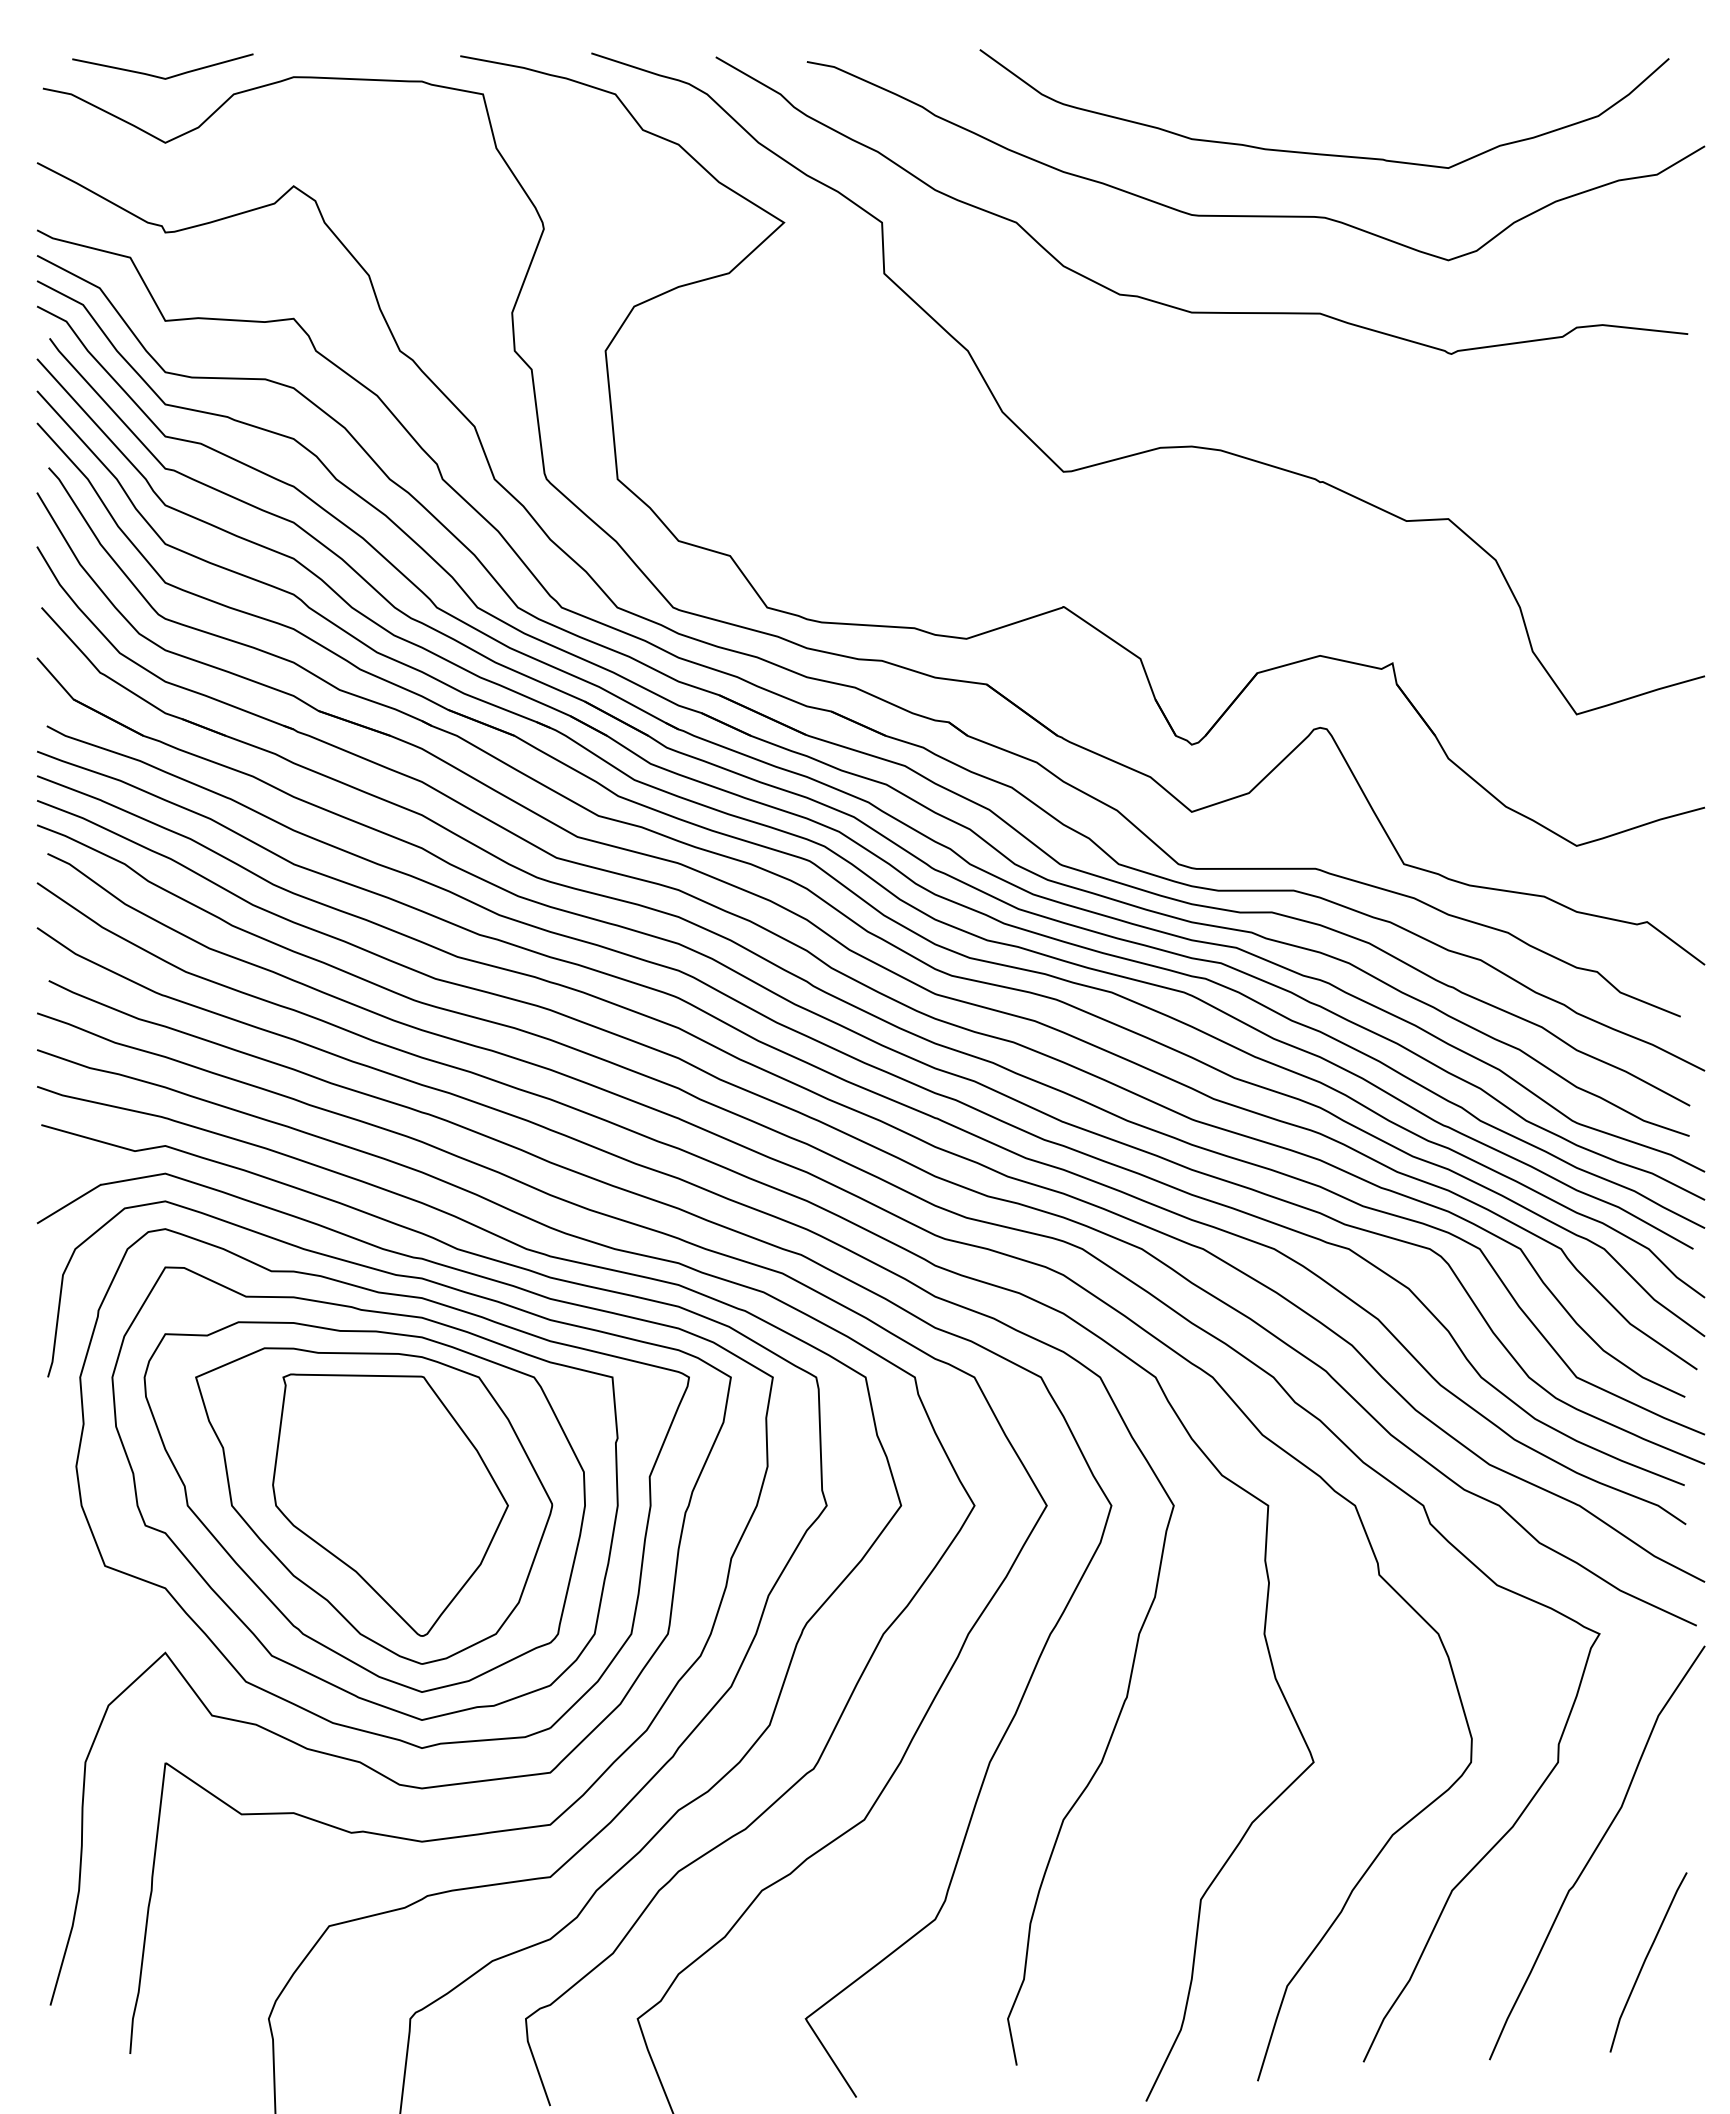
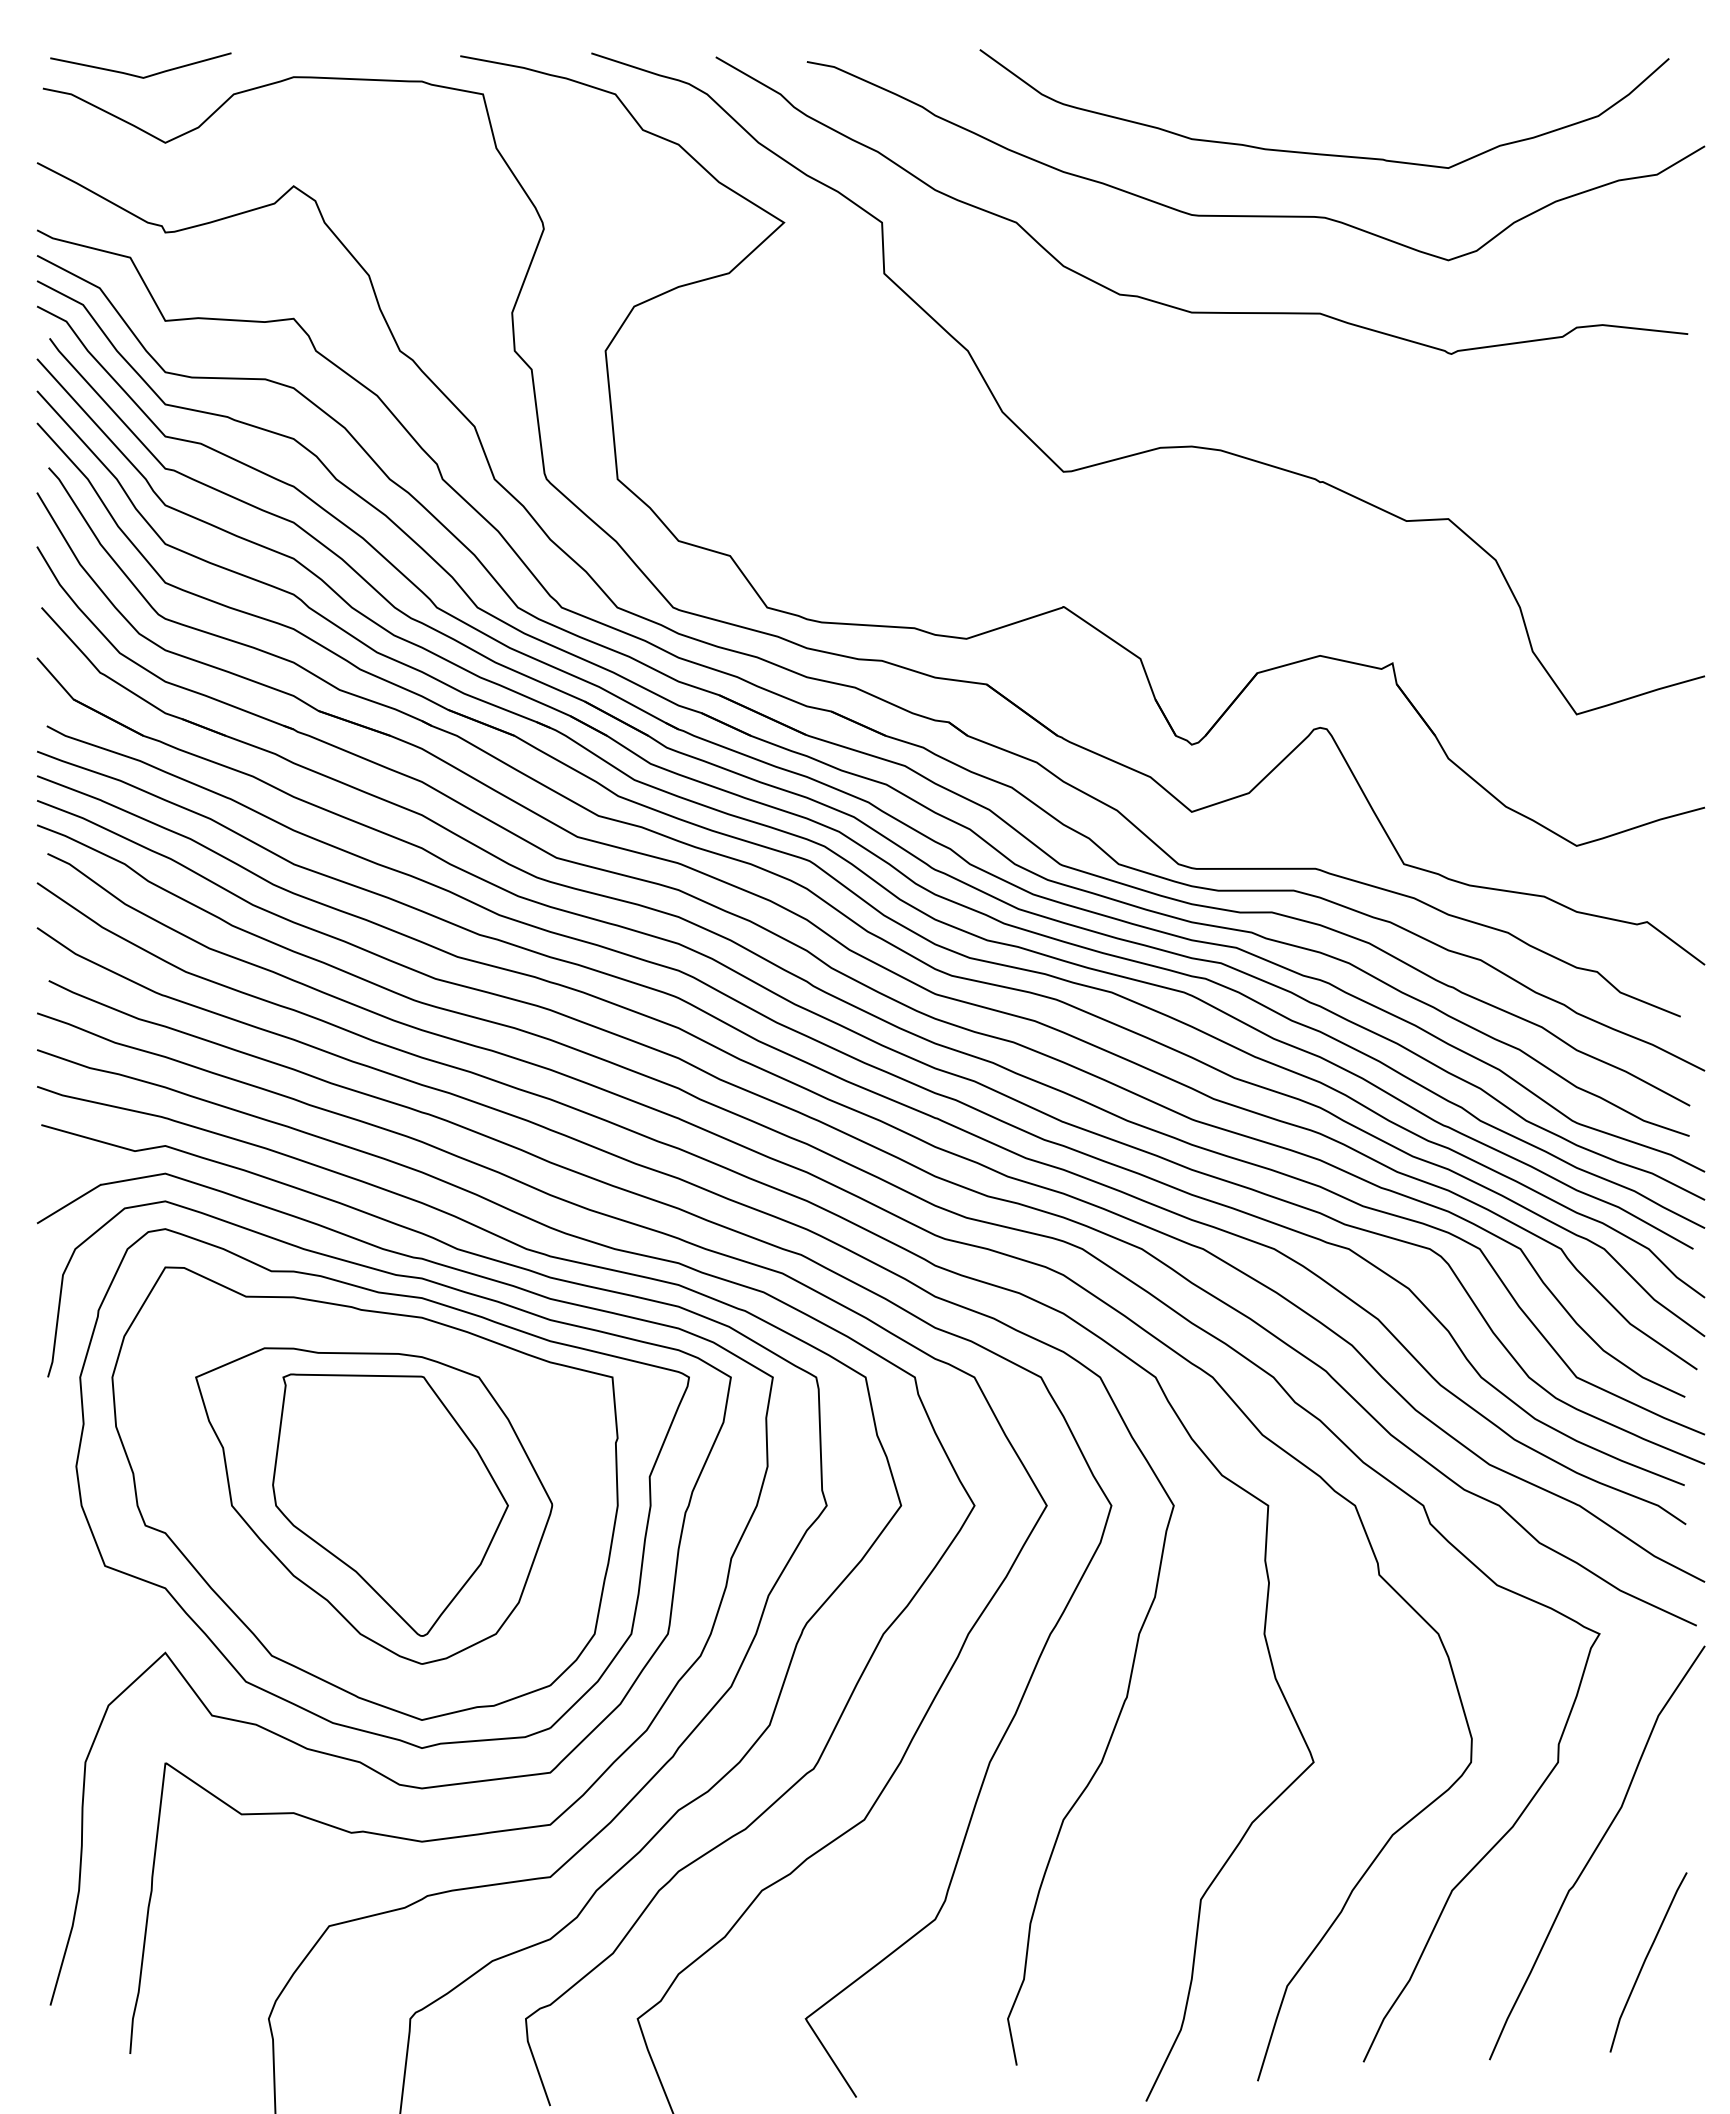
line at (160, 76) position: (160, 76) -> (138, 75)
part at (364, 1506): present -> none
